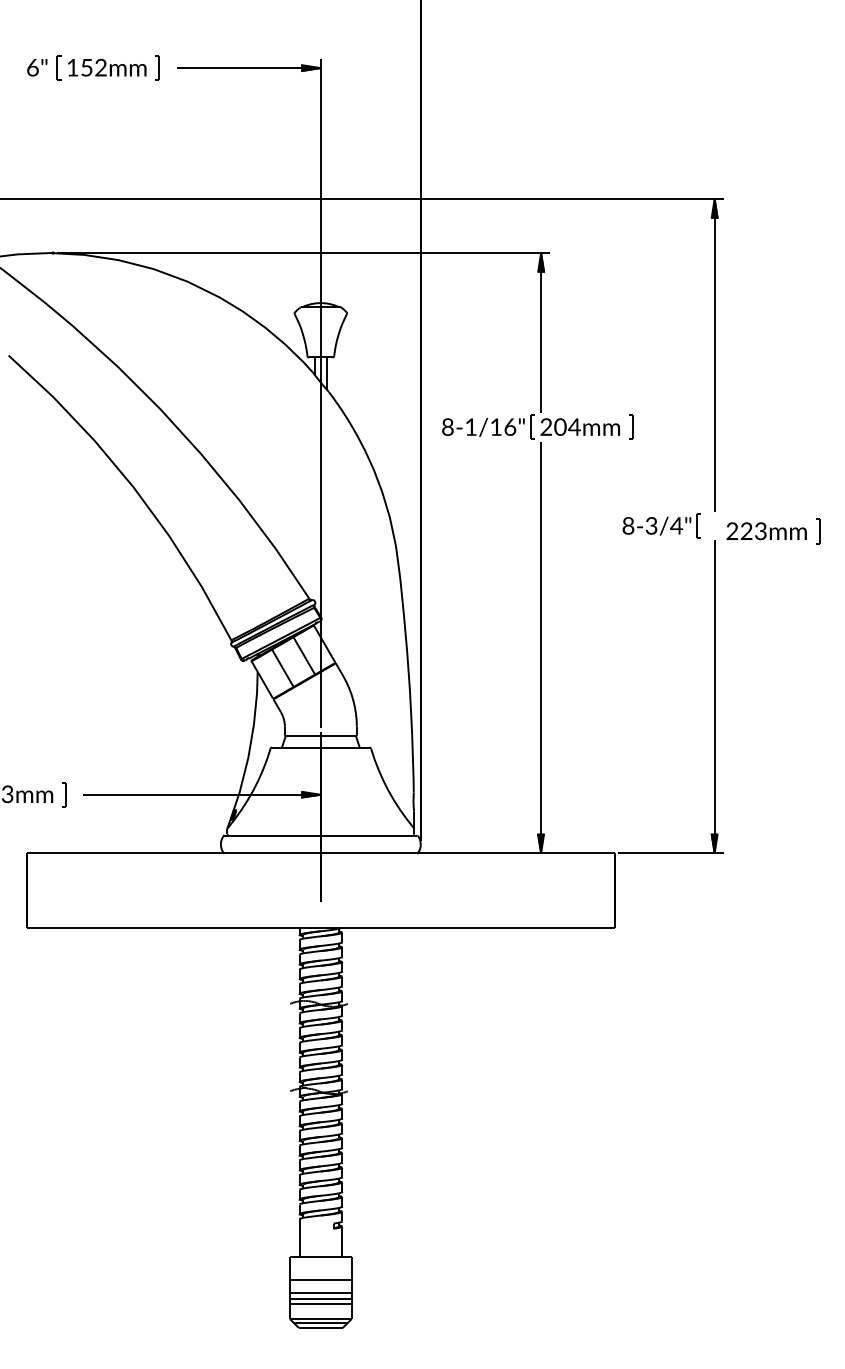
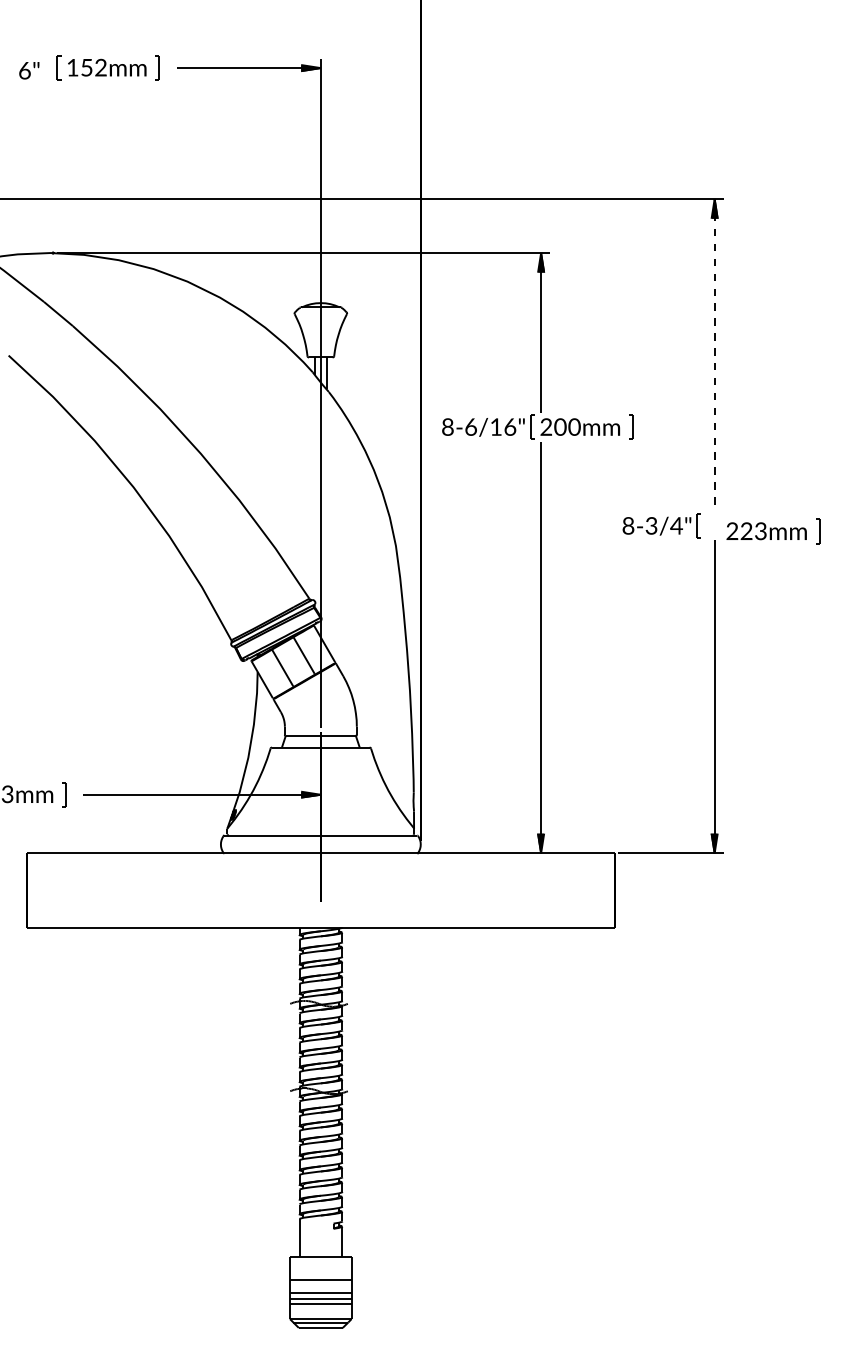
text at (37, 67) position: (37, 67) -> (29, 70)
line at (714, 355): solid -> dashed
text at (470, 426): 8-1/16" -> 8-6/16"
text at (574, 426): 204mm -> 200mm
